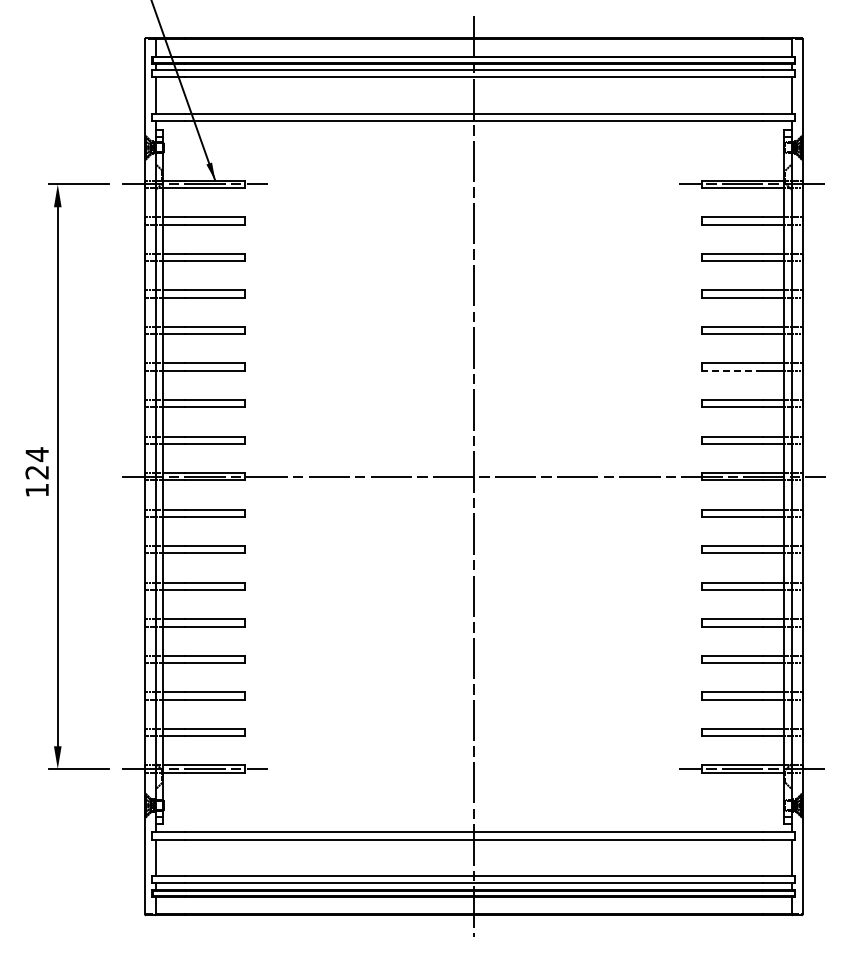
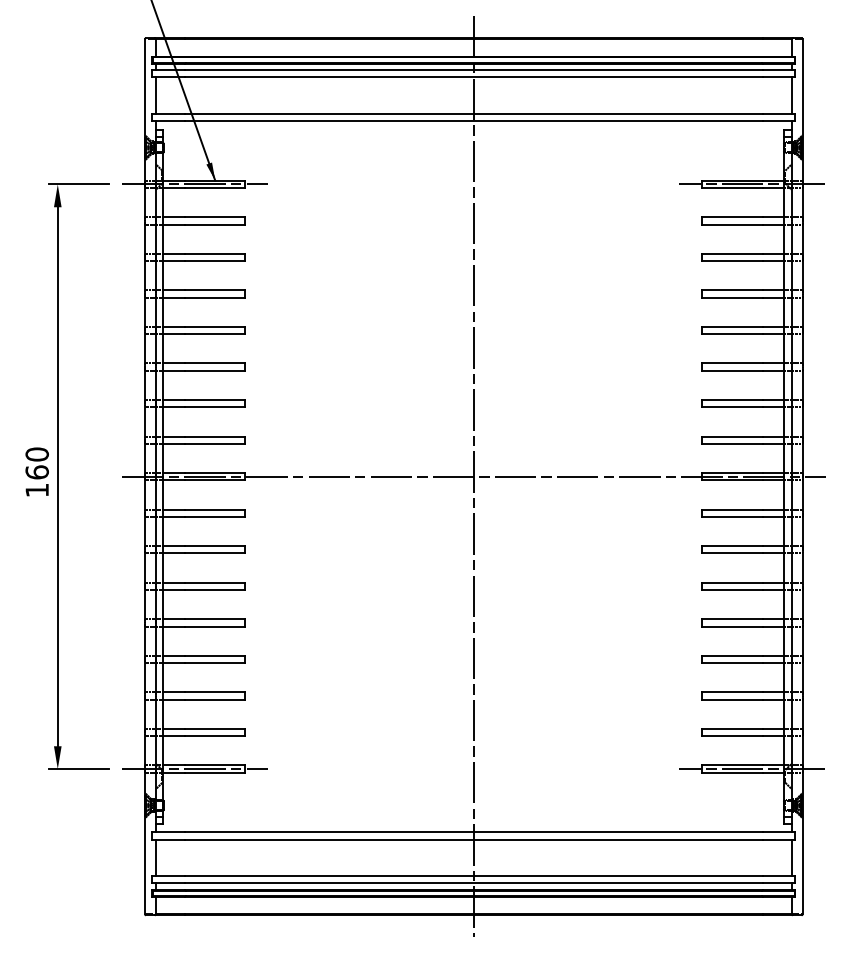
line at (731, 370): dashed -> solid
text at (36, 463): 124 -> 160
